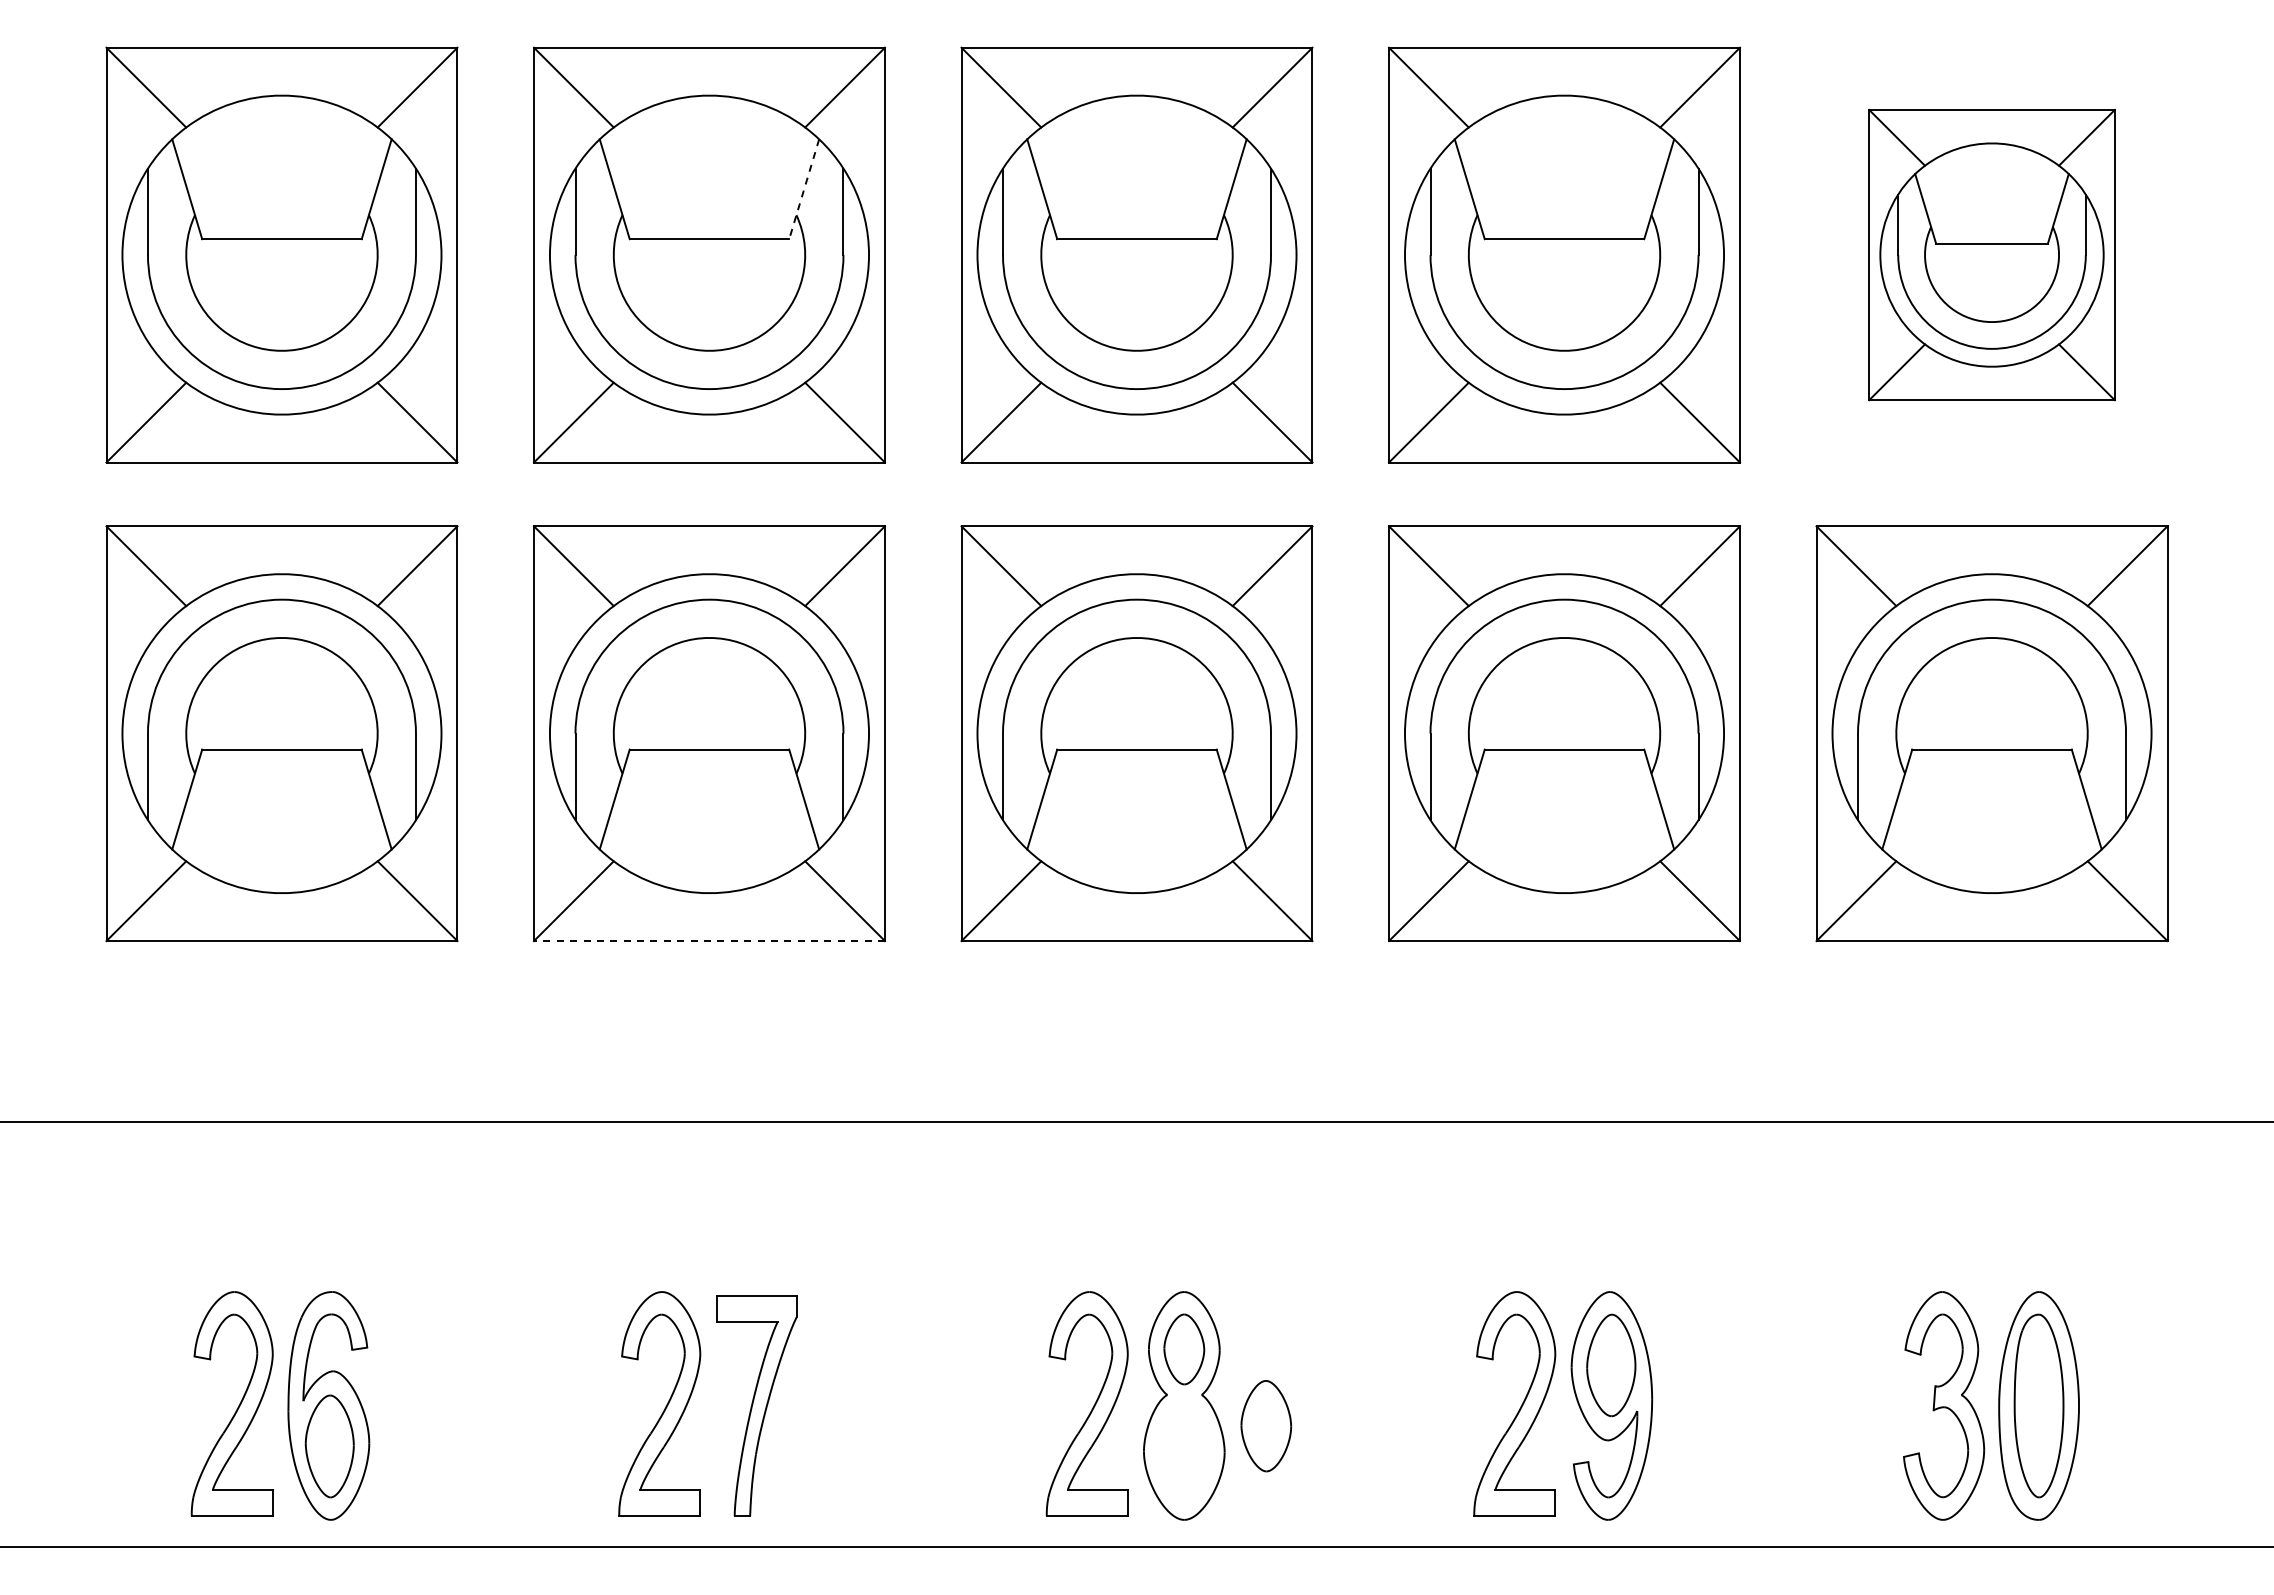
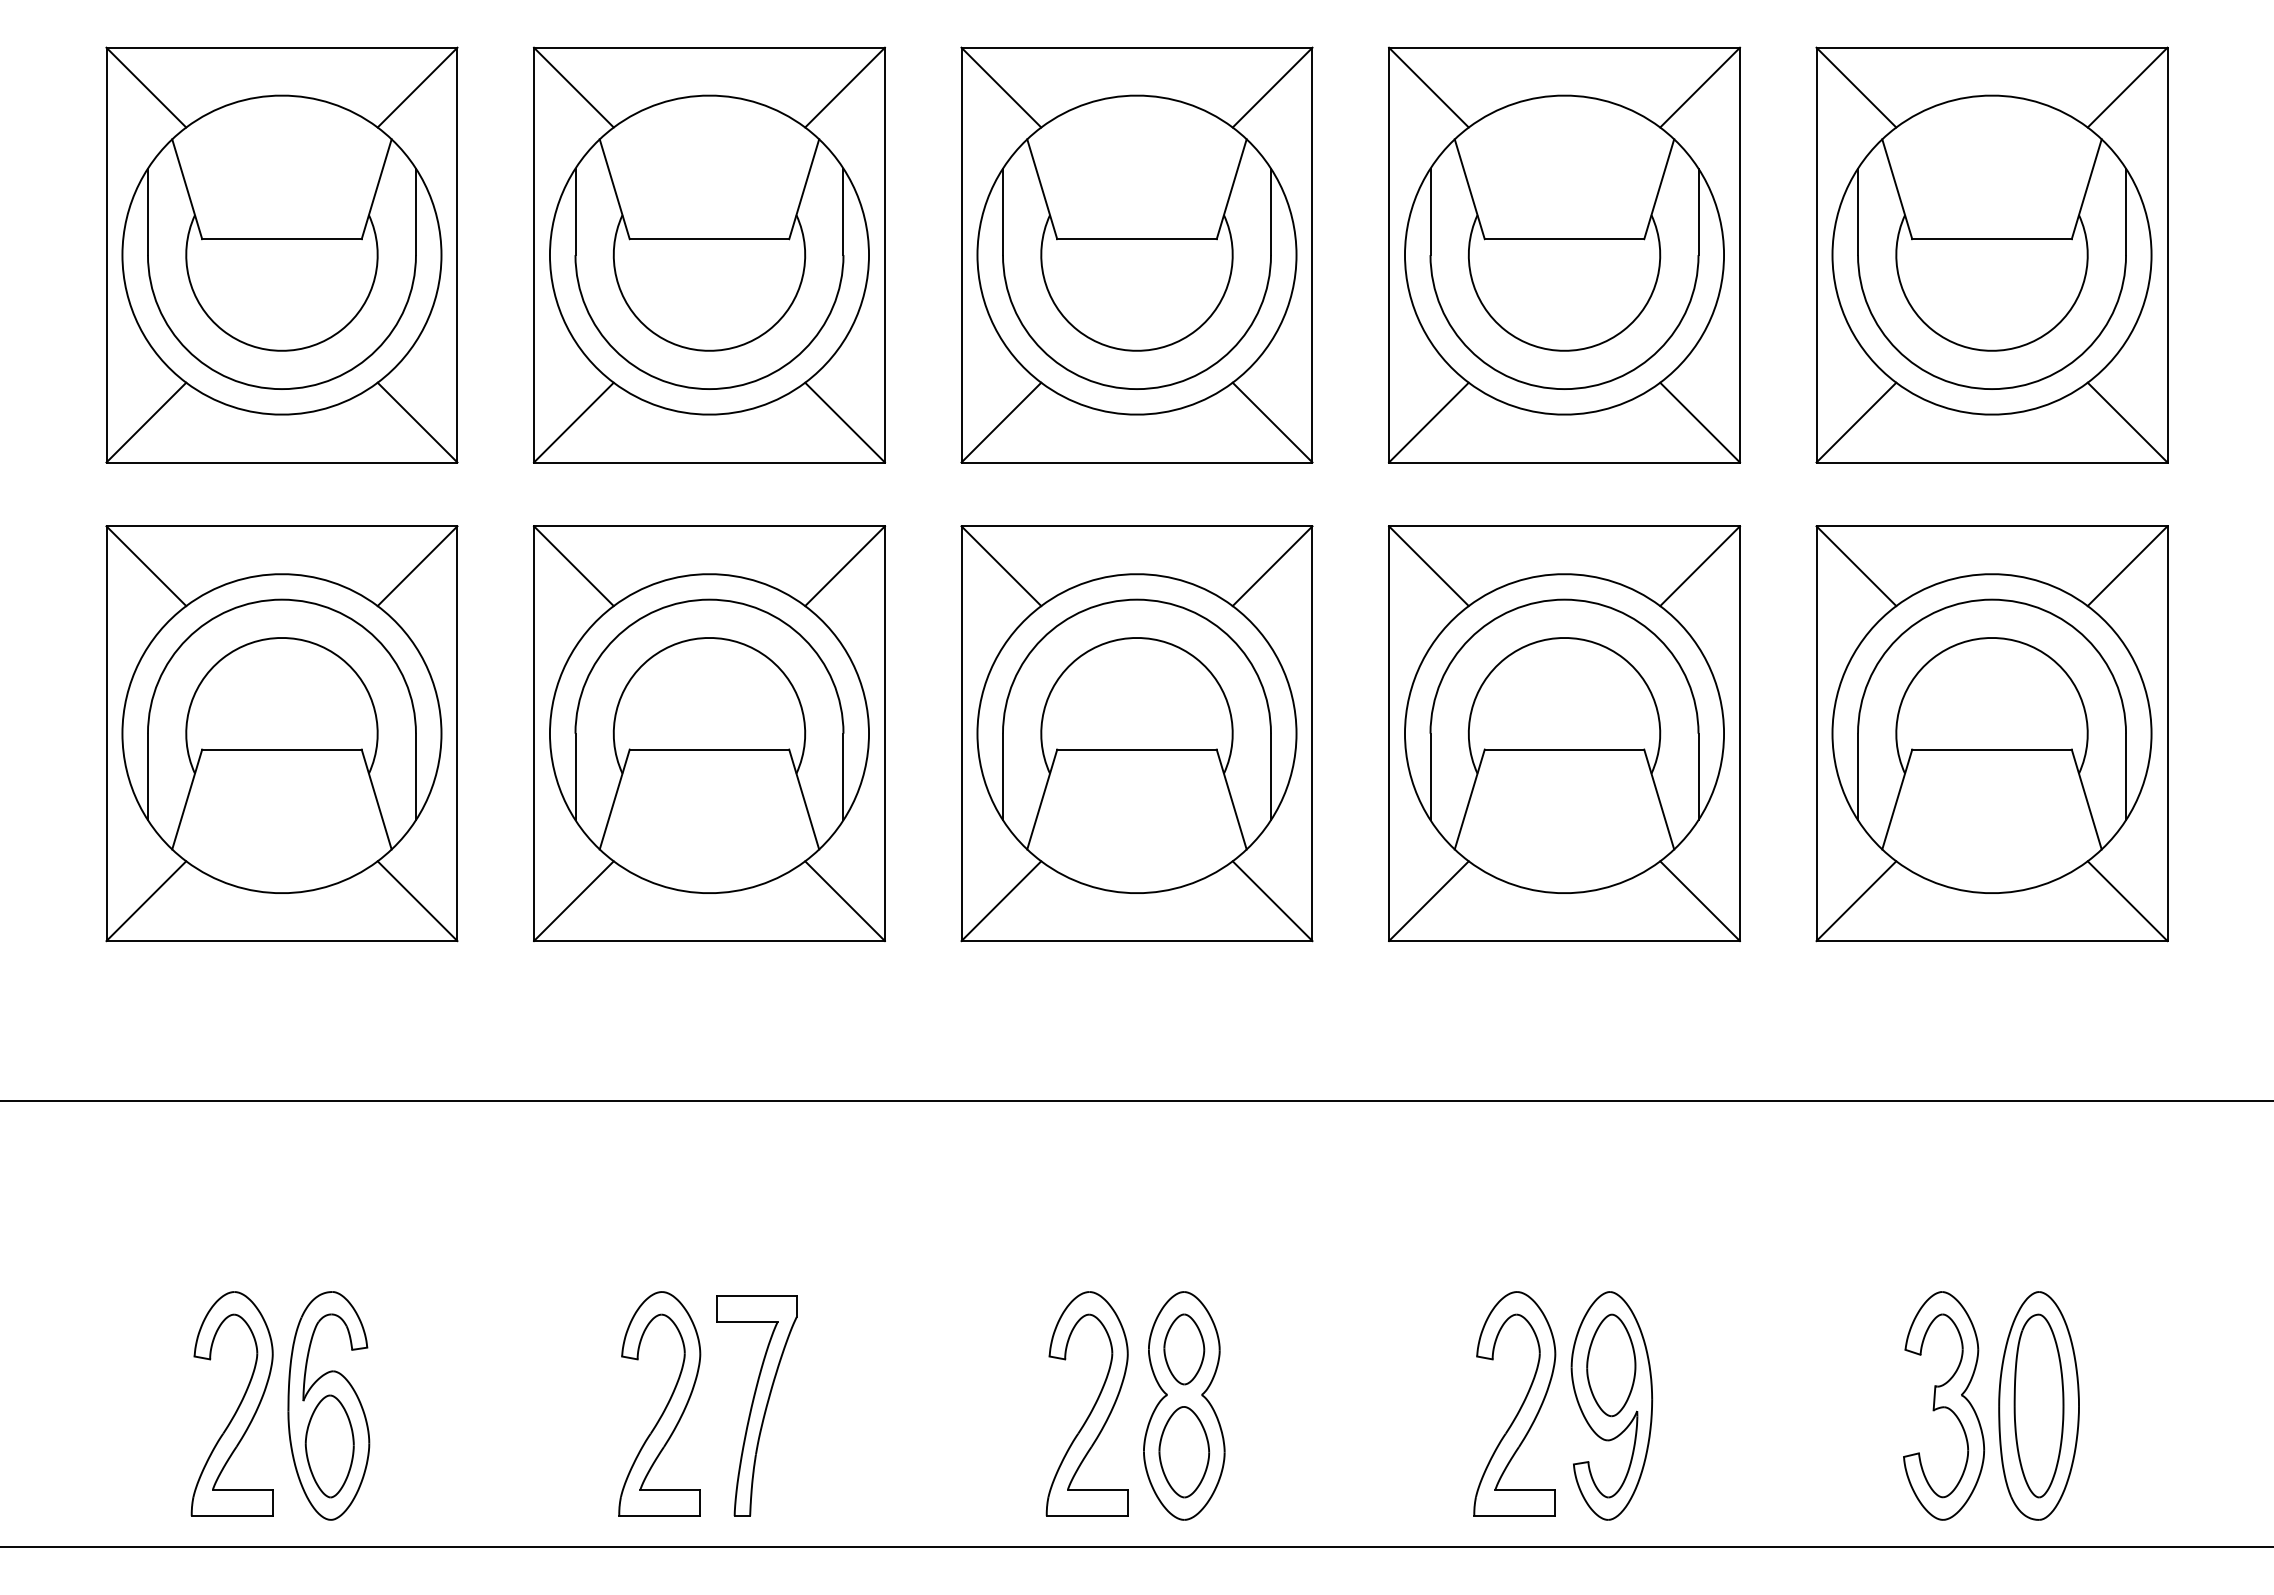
line at (804, 189): dashed -> solid
part at (1991, 254) size: 248x294 px -> 354x418 px
line at (708, 941): dashed -> solid
line at (1136, 1121) position: (1136, 1121) -> (1136, 1100)
part at (1266, 1426) position: (1266, 1426) -> (1184, 1452)
